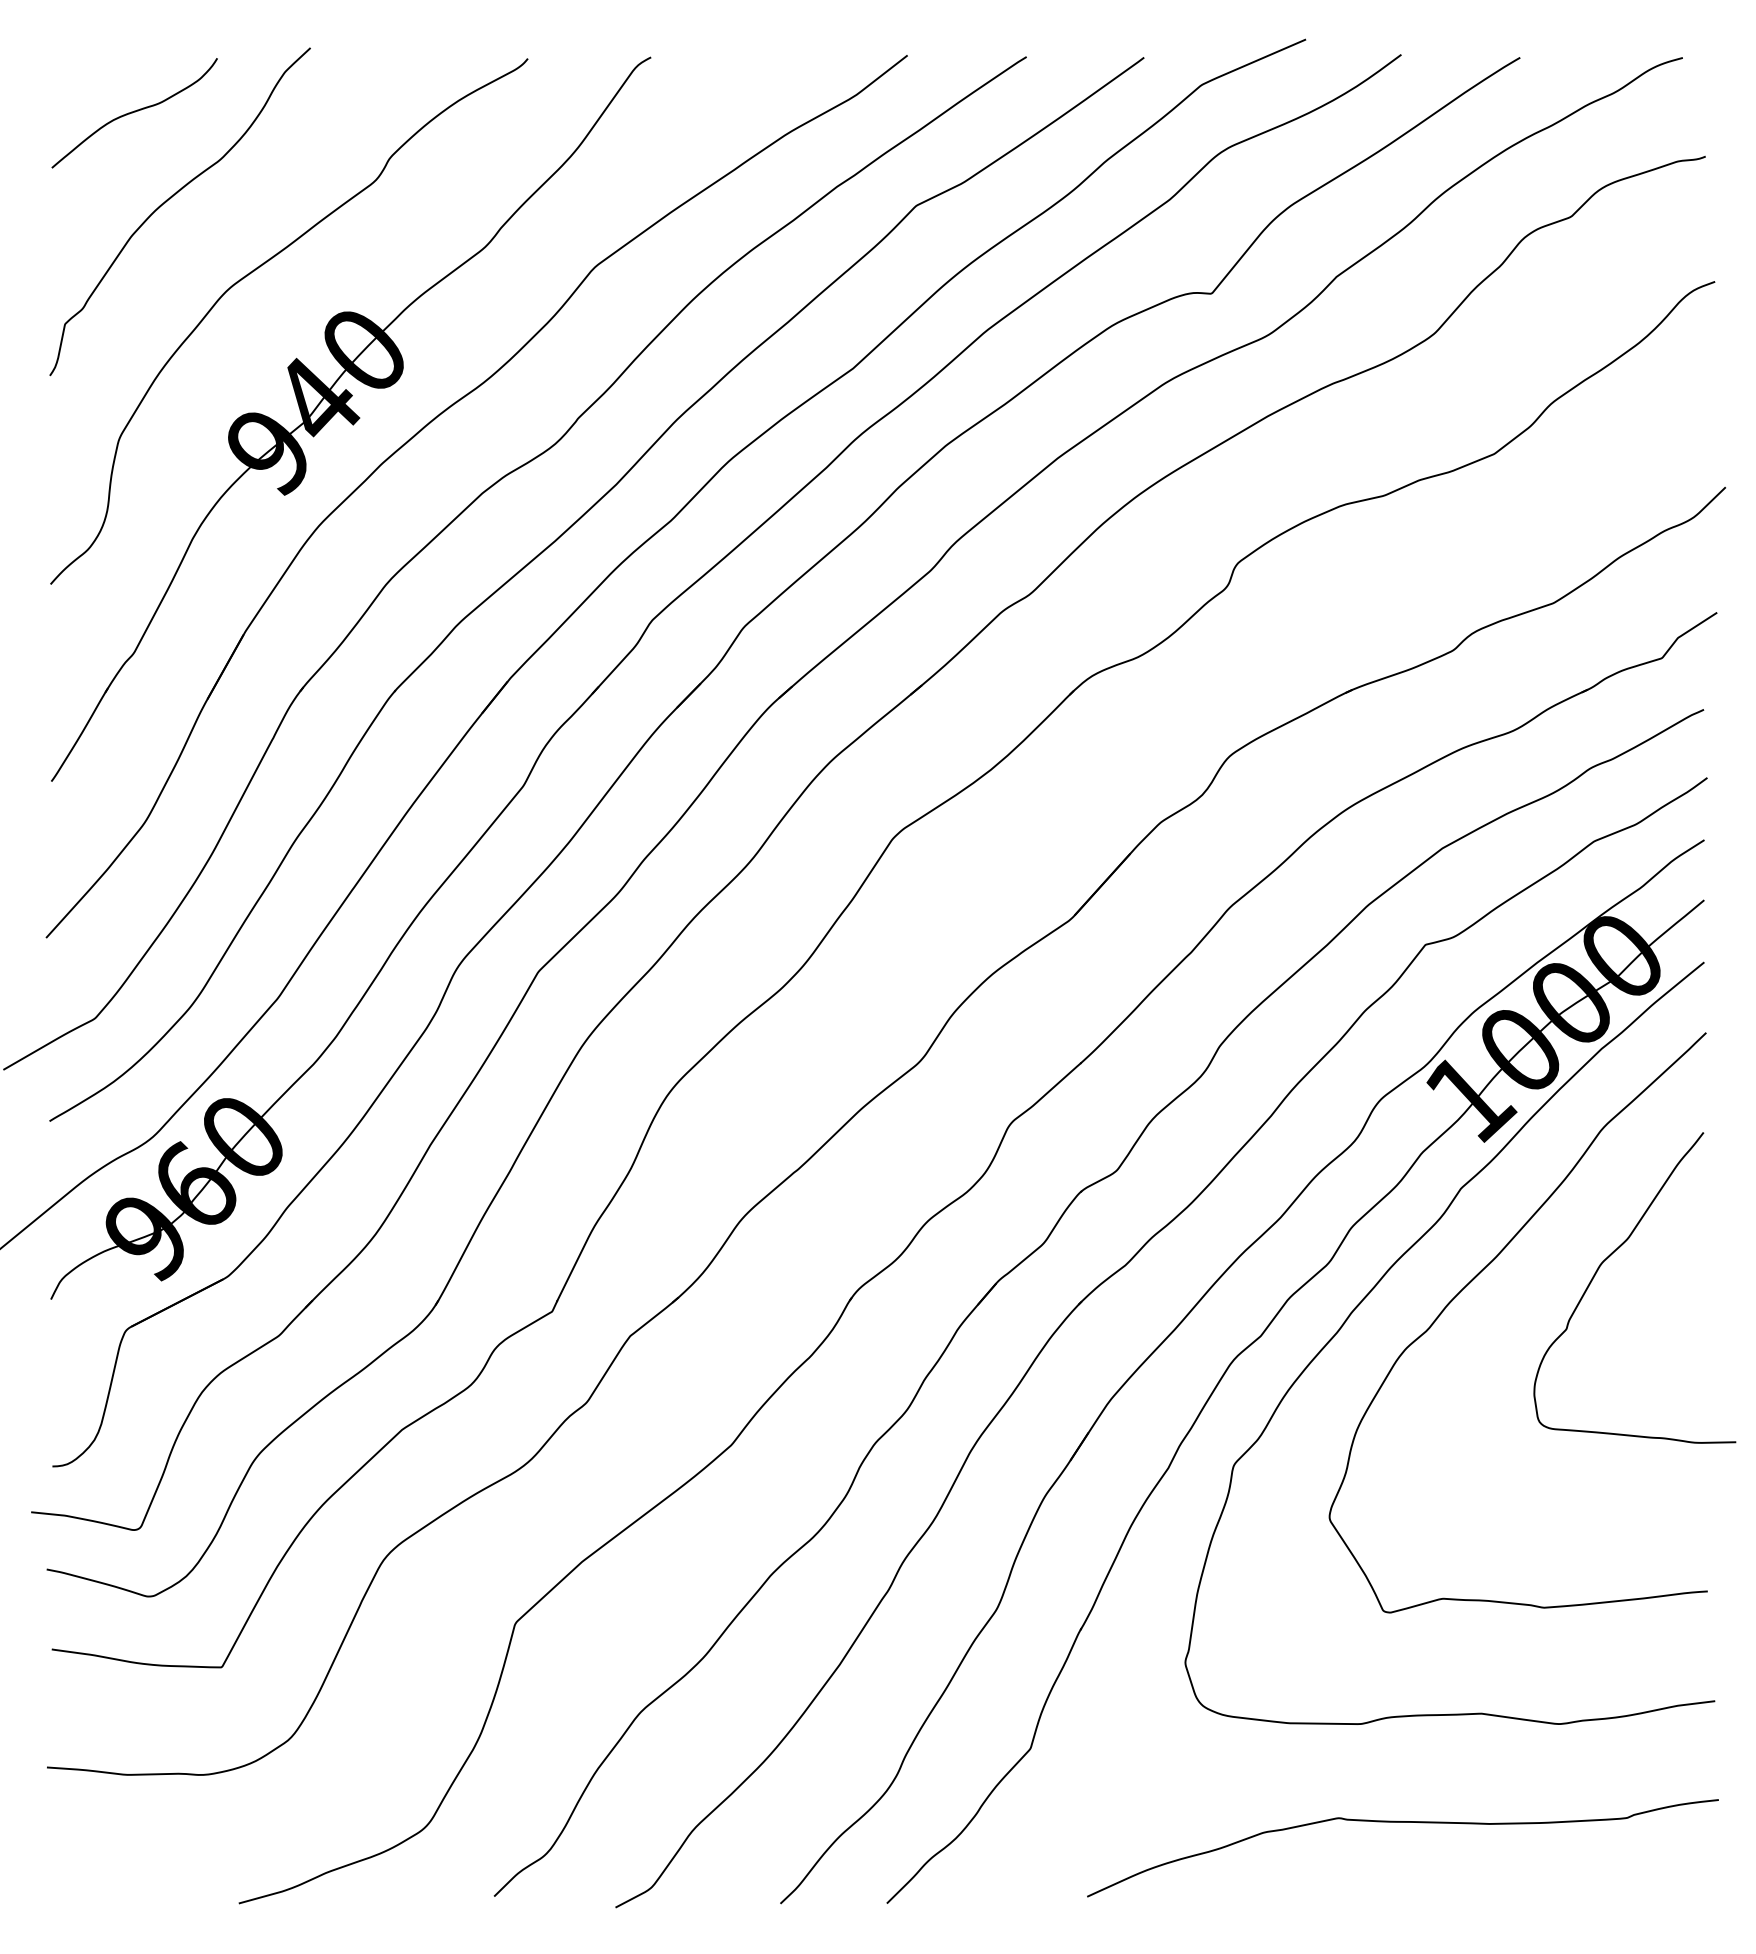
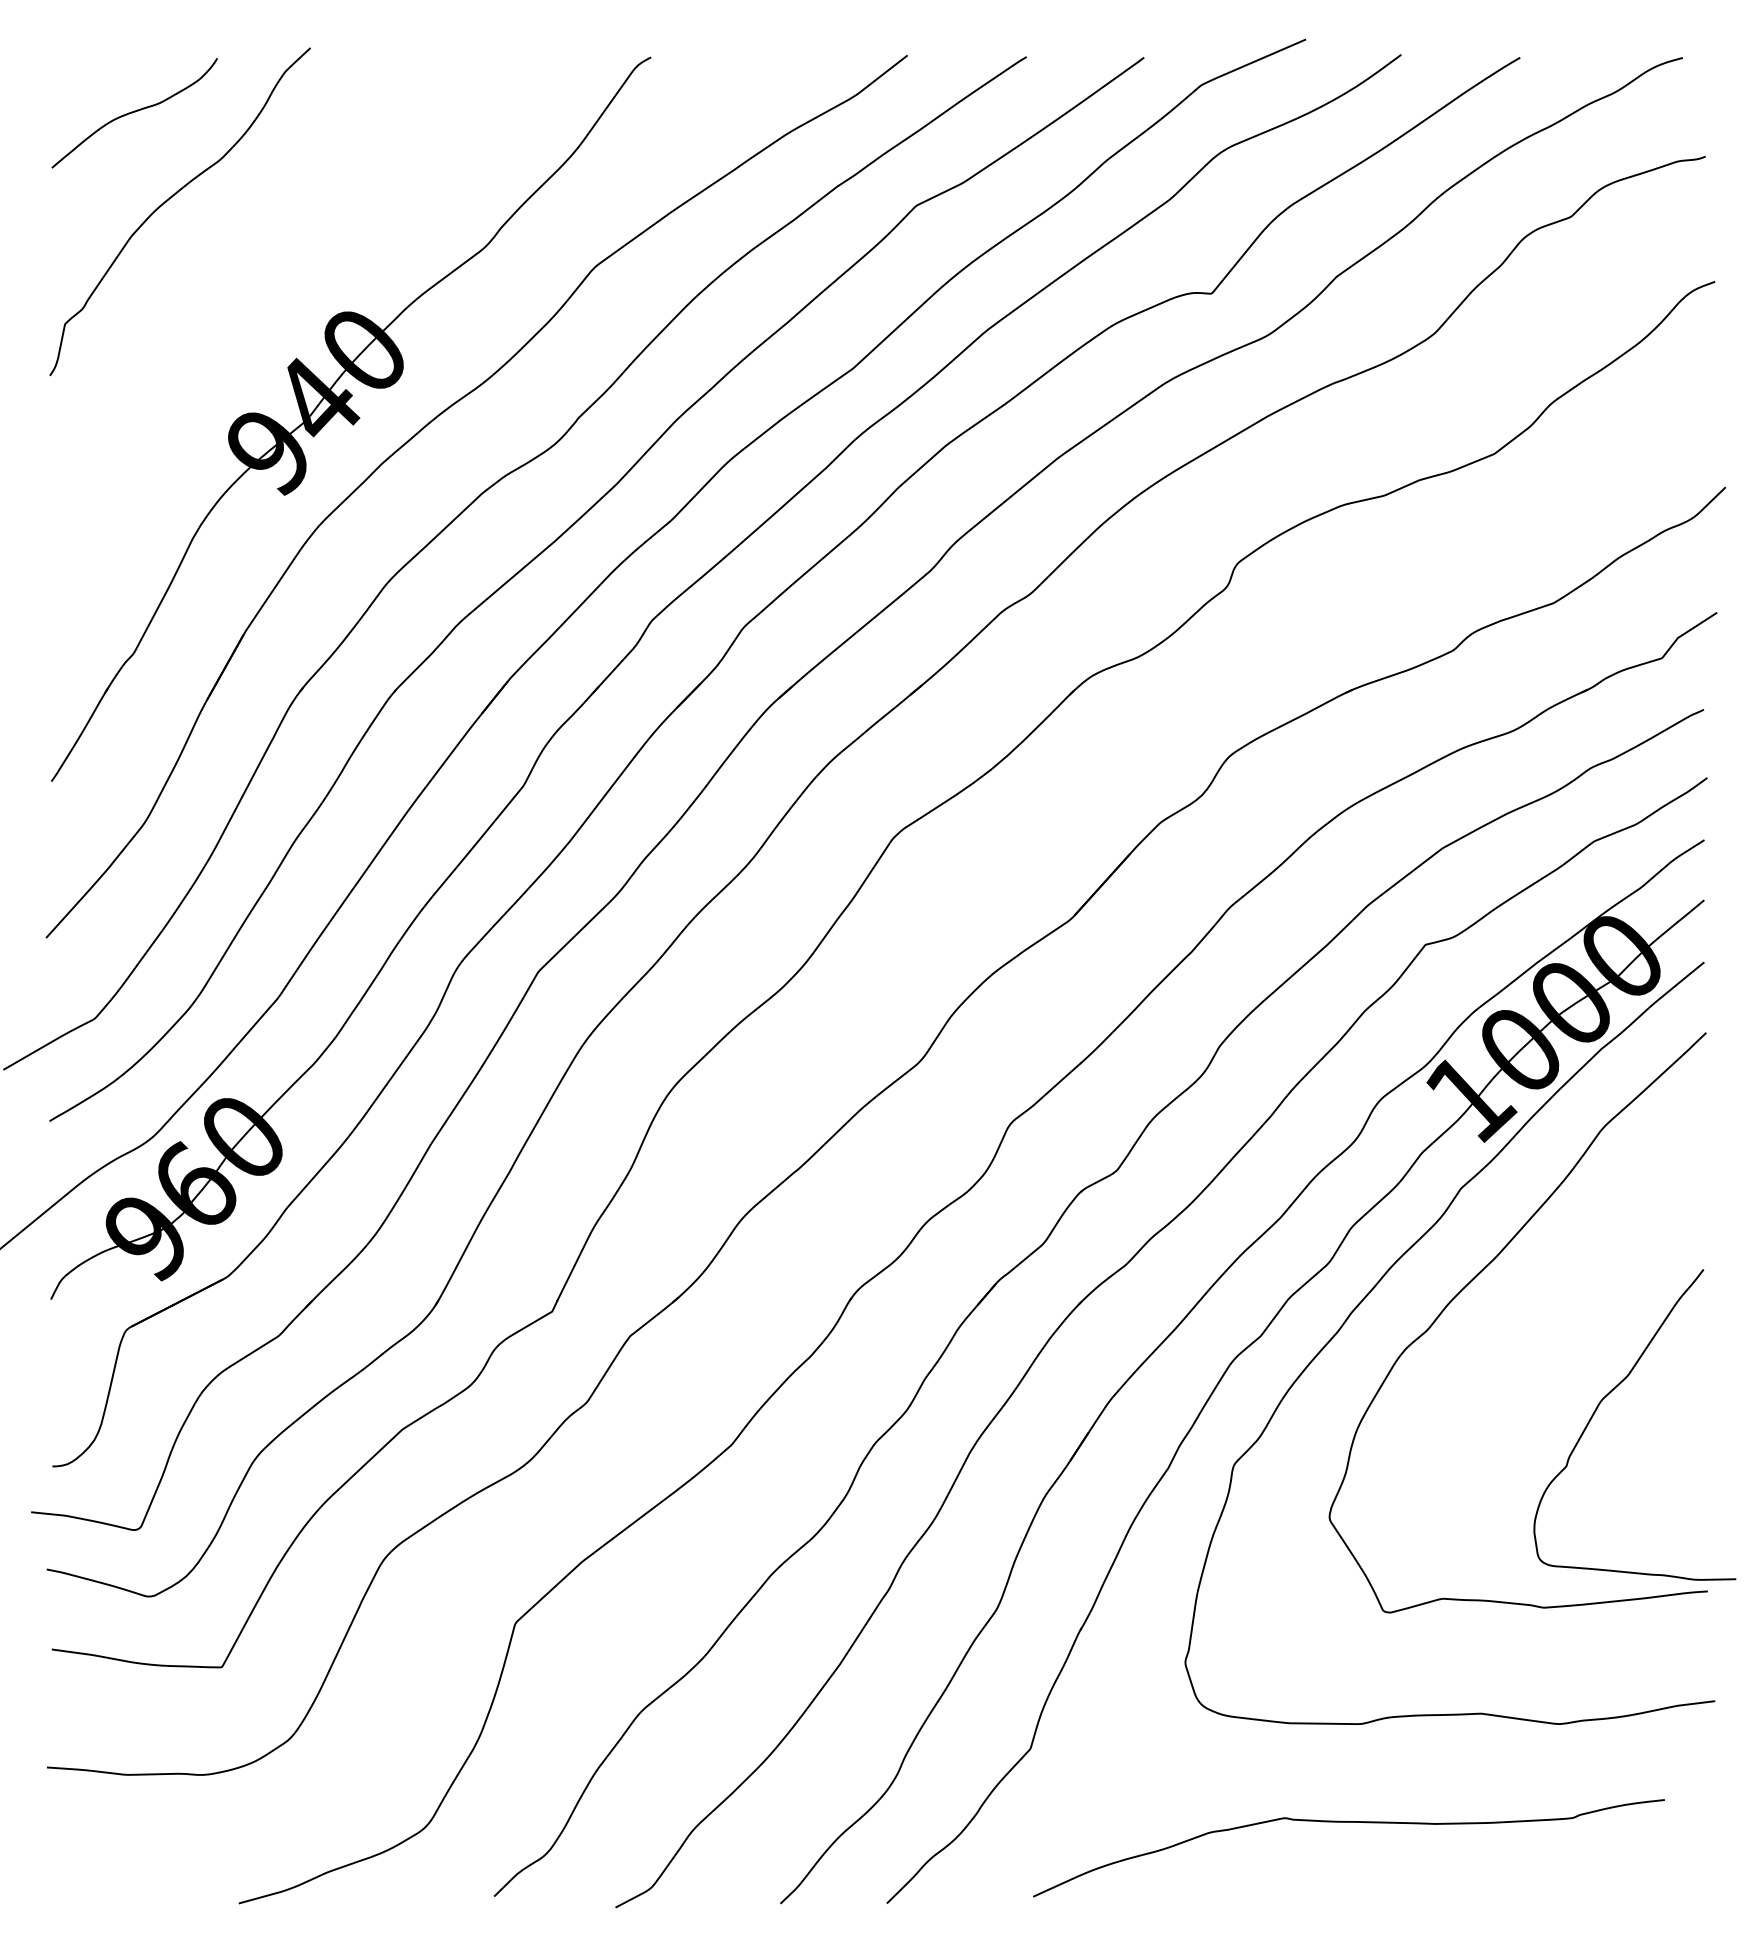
curve at (253, 272): present -> none
curve at (1607, 1259) position: (1607, 1259) -> (1607, 1396)
curve at (1402, 1822) position: (1402, 1822) -> (1348, 1822)
